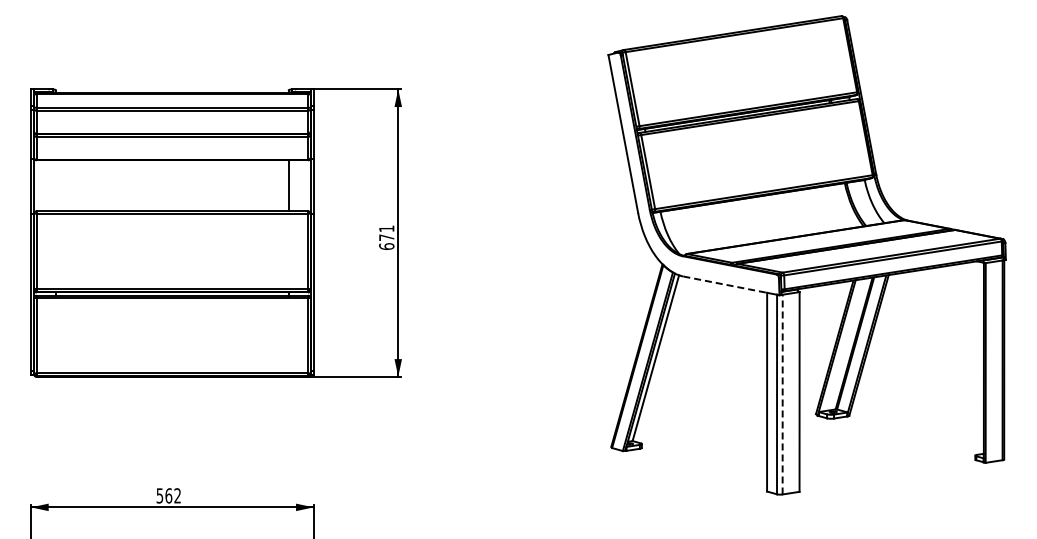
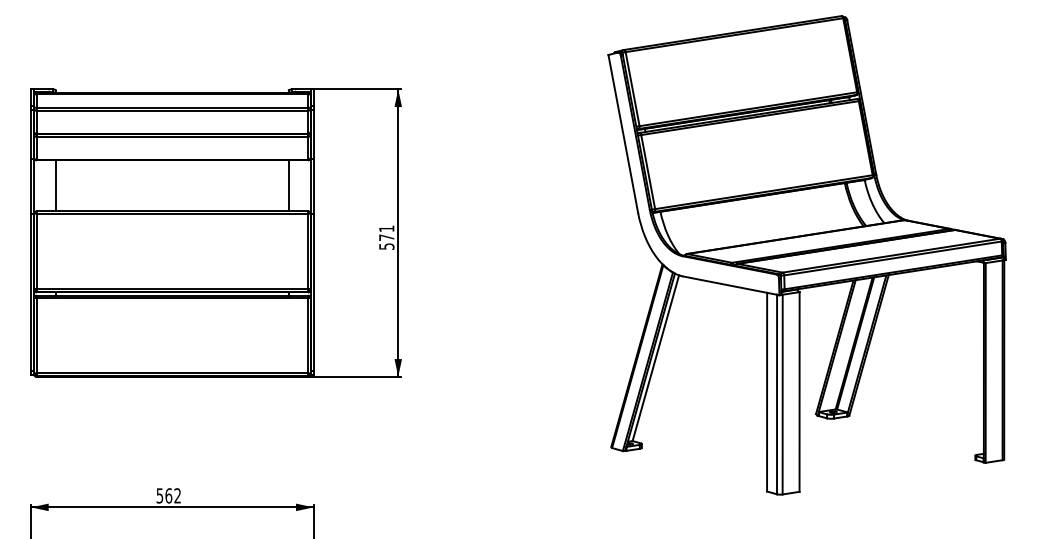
line at (56, 185): none -> present
text at (386, 246): 671 -> 571
line at (725, 284): dashed -> solid
line at (782, 394): dashed -> solid
